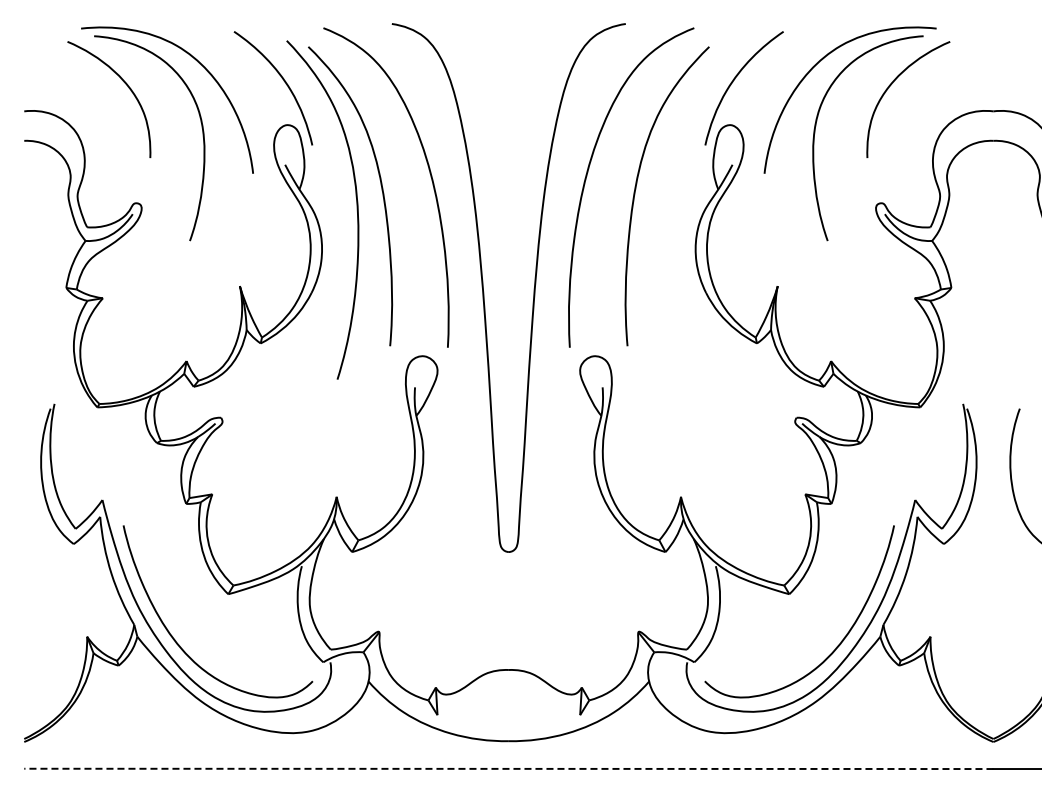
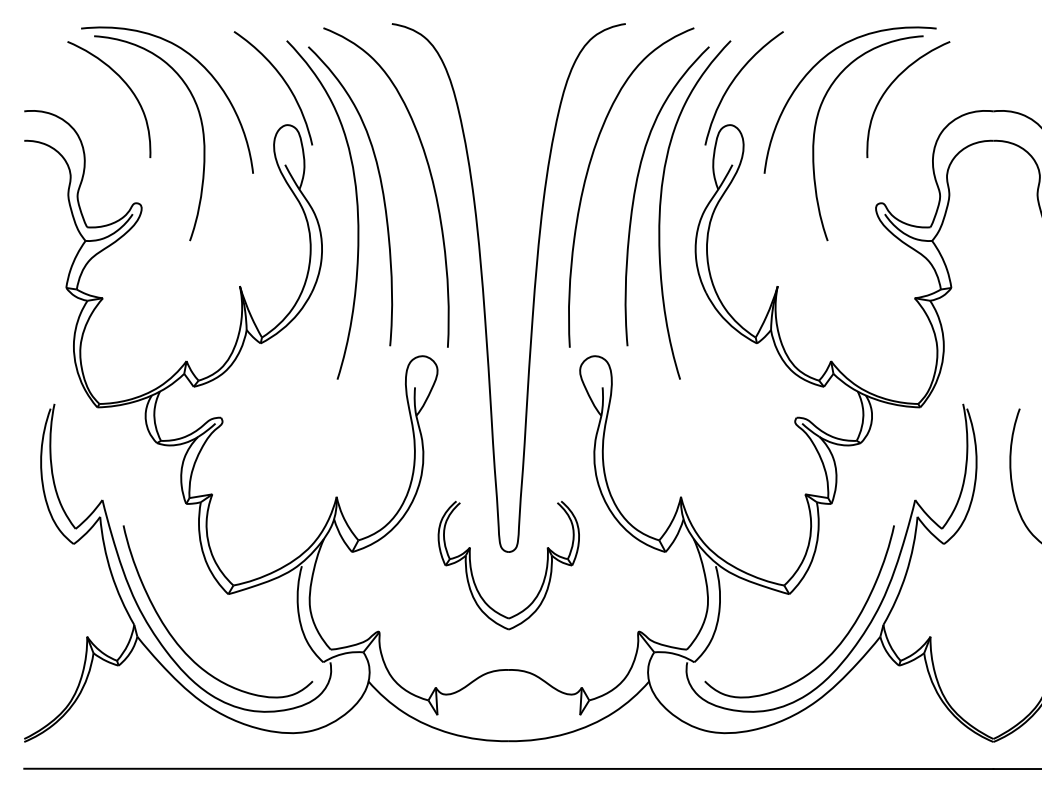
curve at (661, 204): none -> present
part at (472, 570): none -> present
line at (508, 768): dashed -> solid
